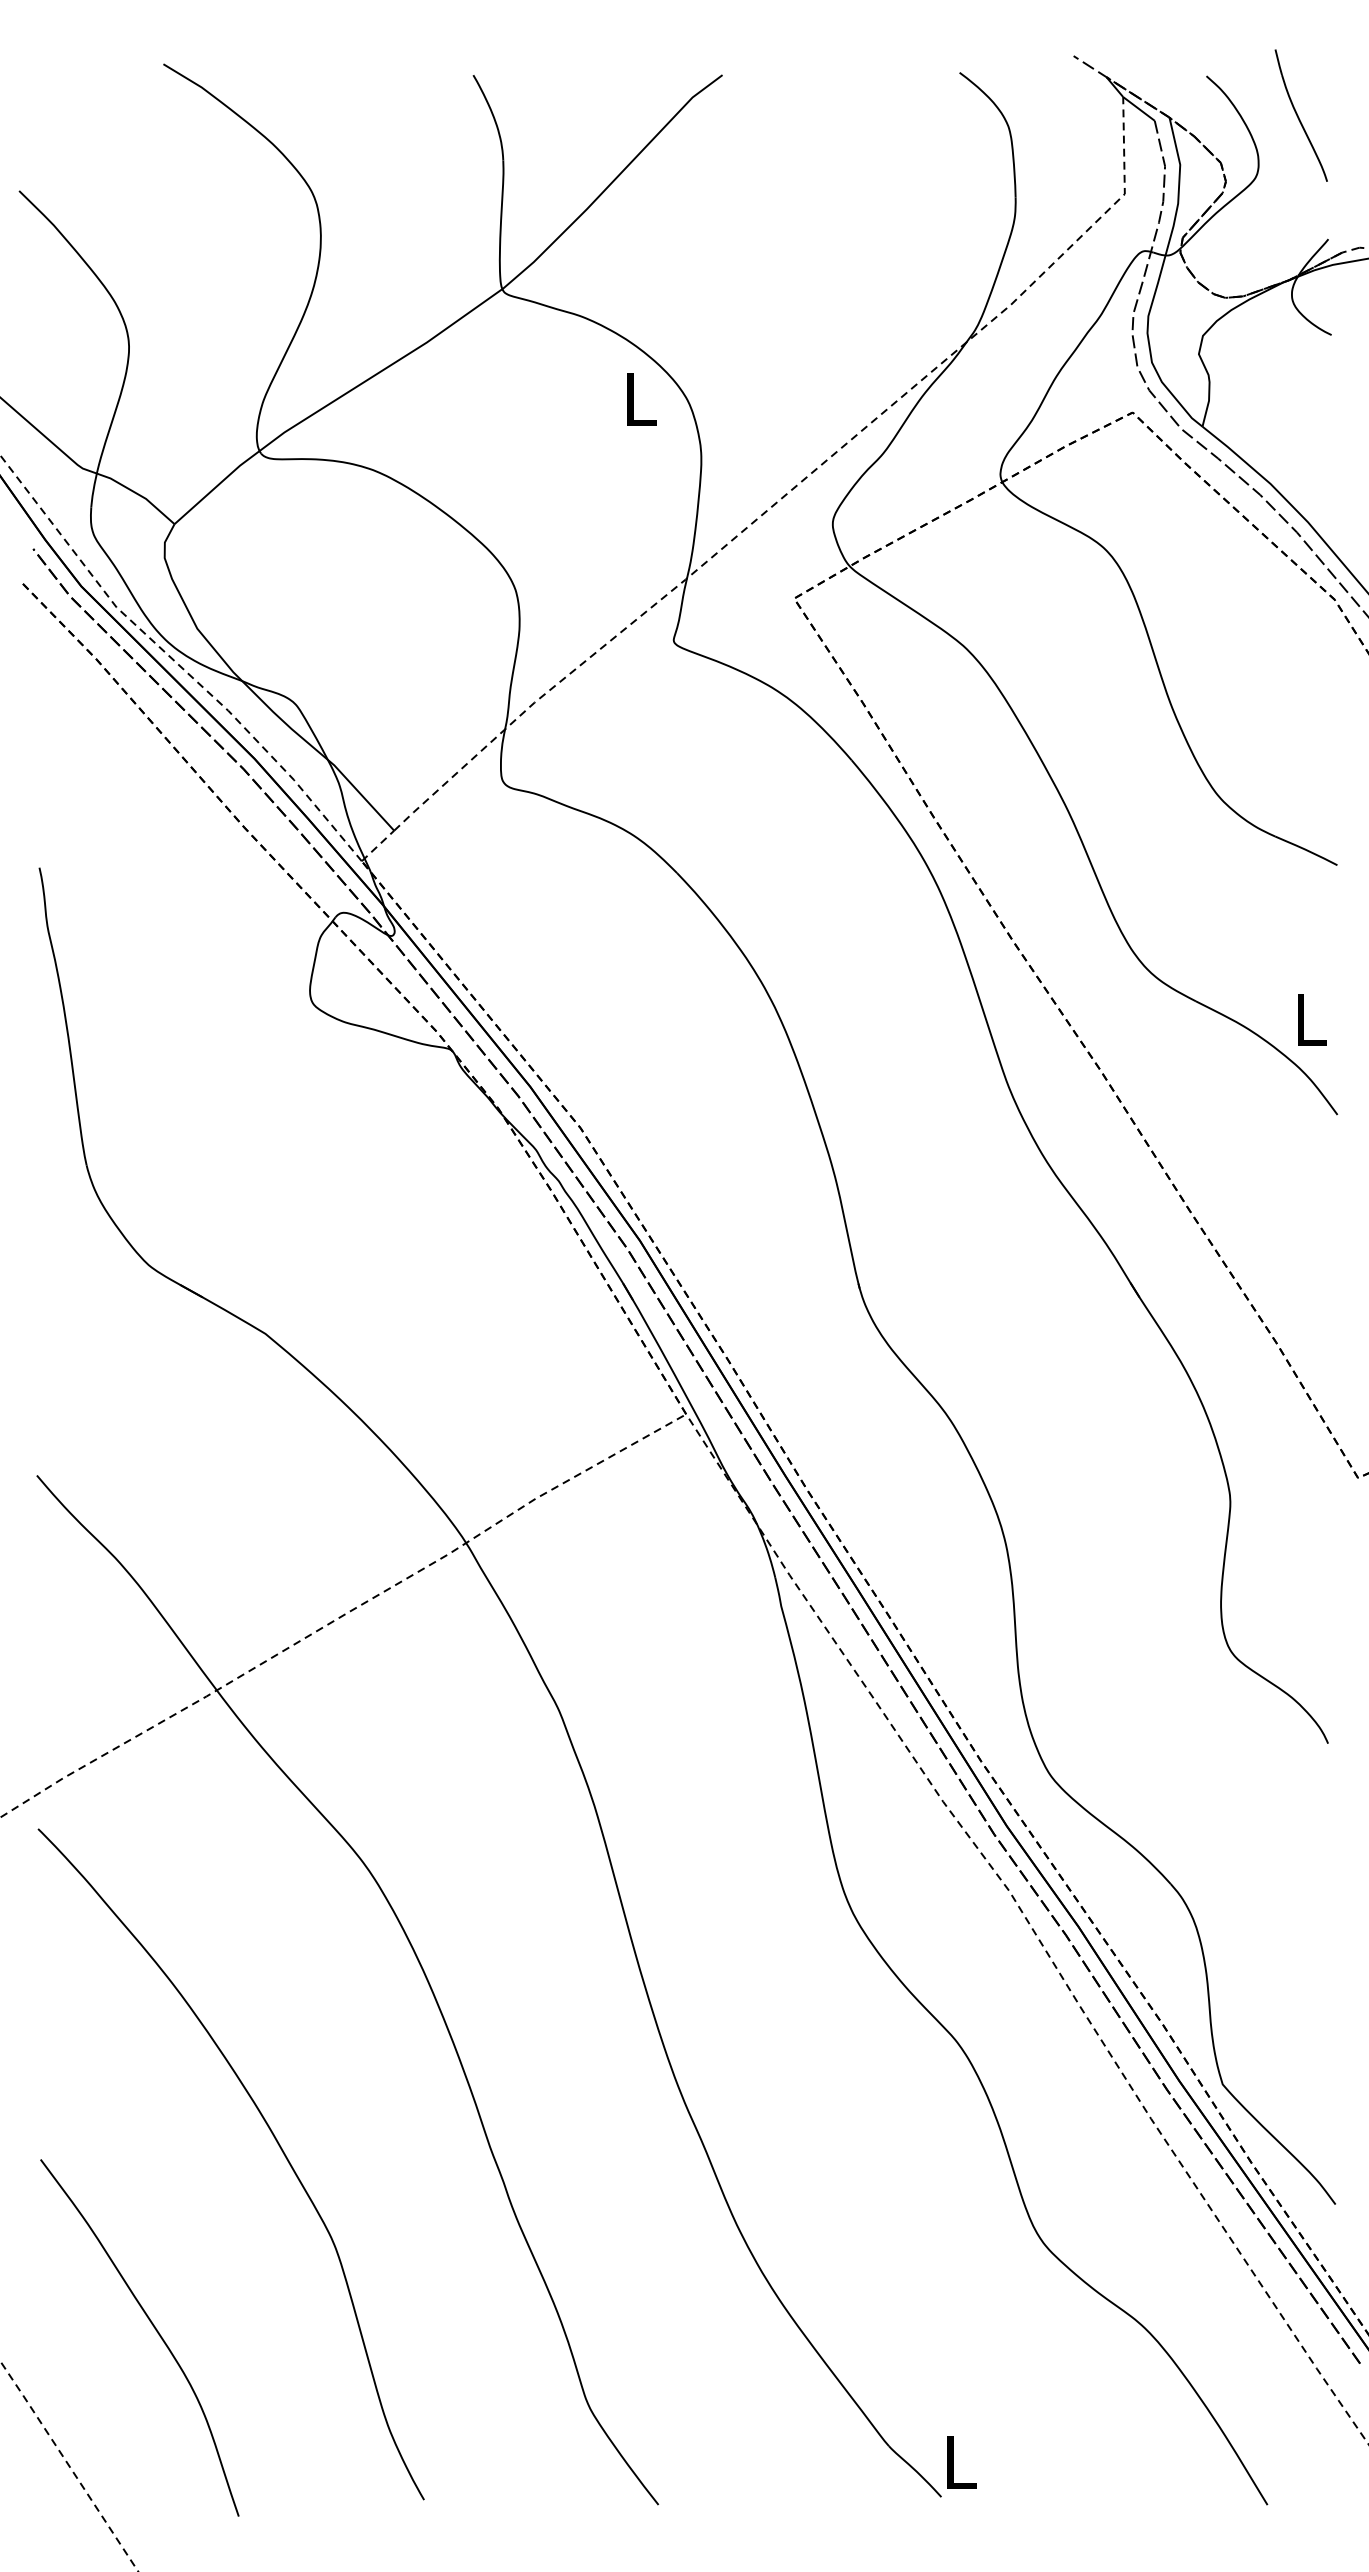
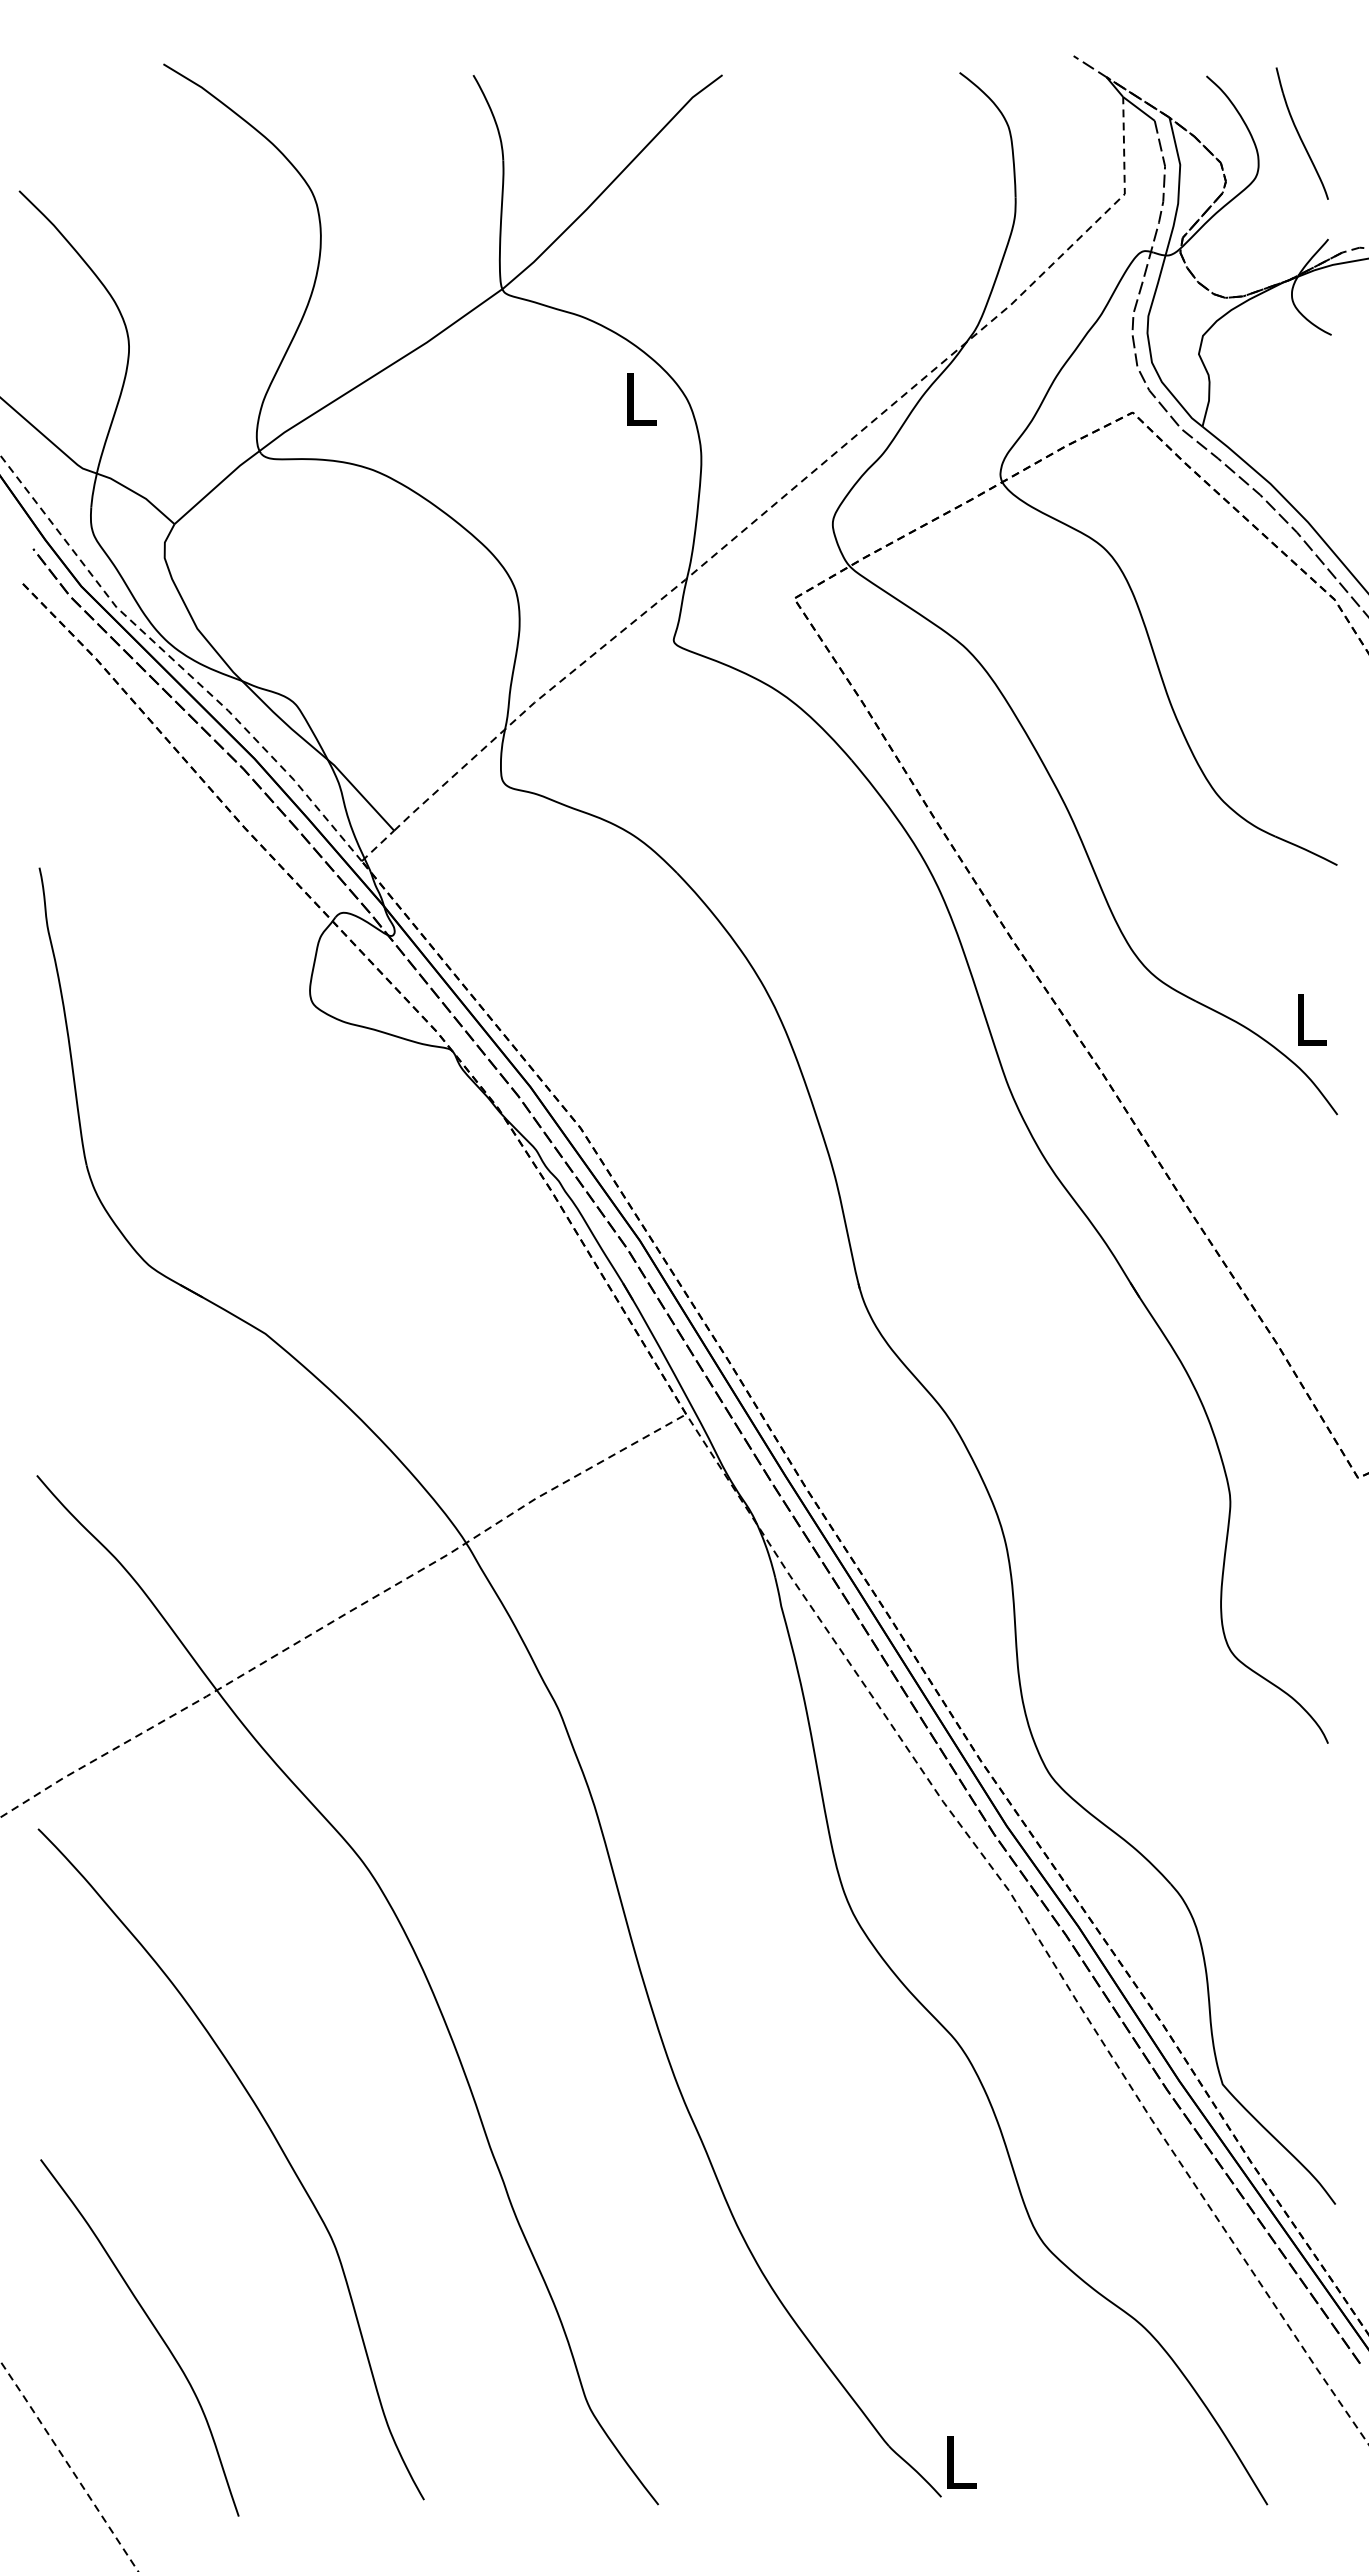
part at (1300, 115) position: (1300, 115) -> (1301, 133)
